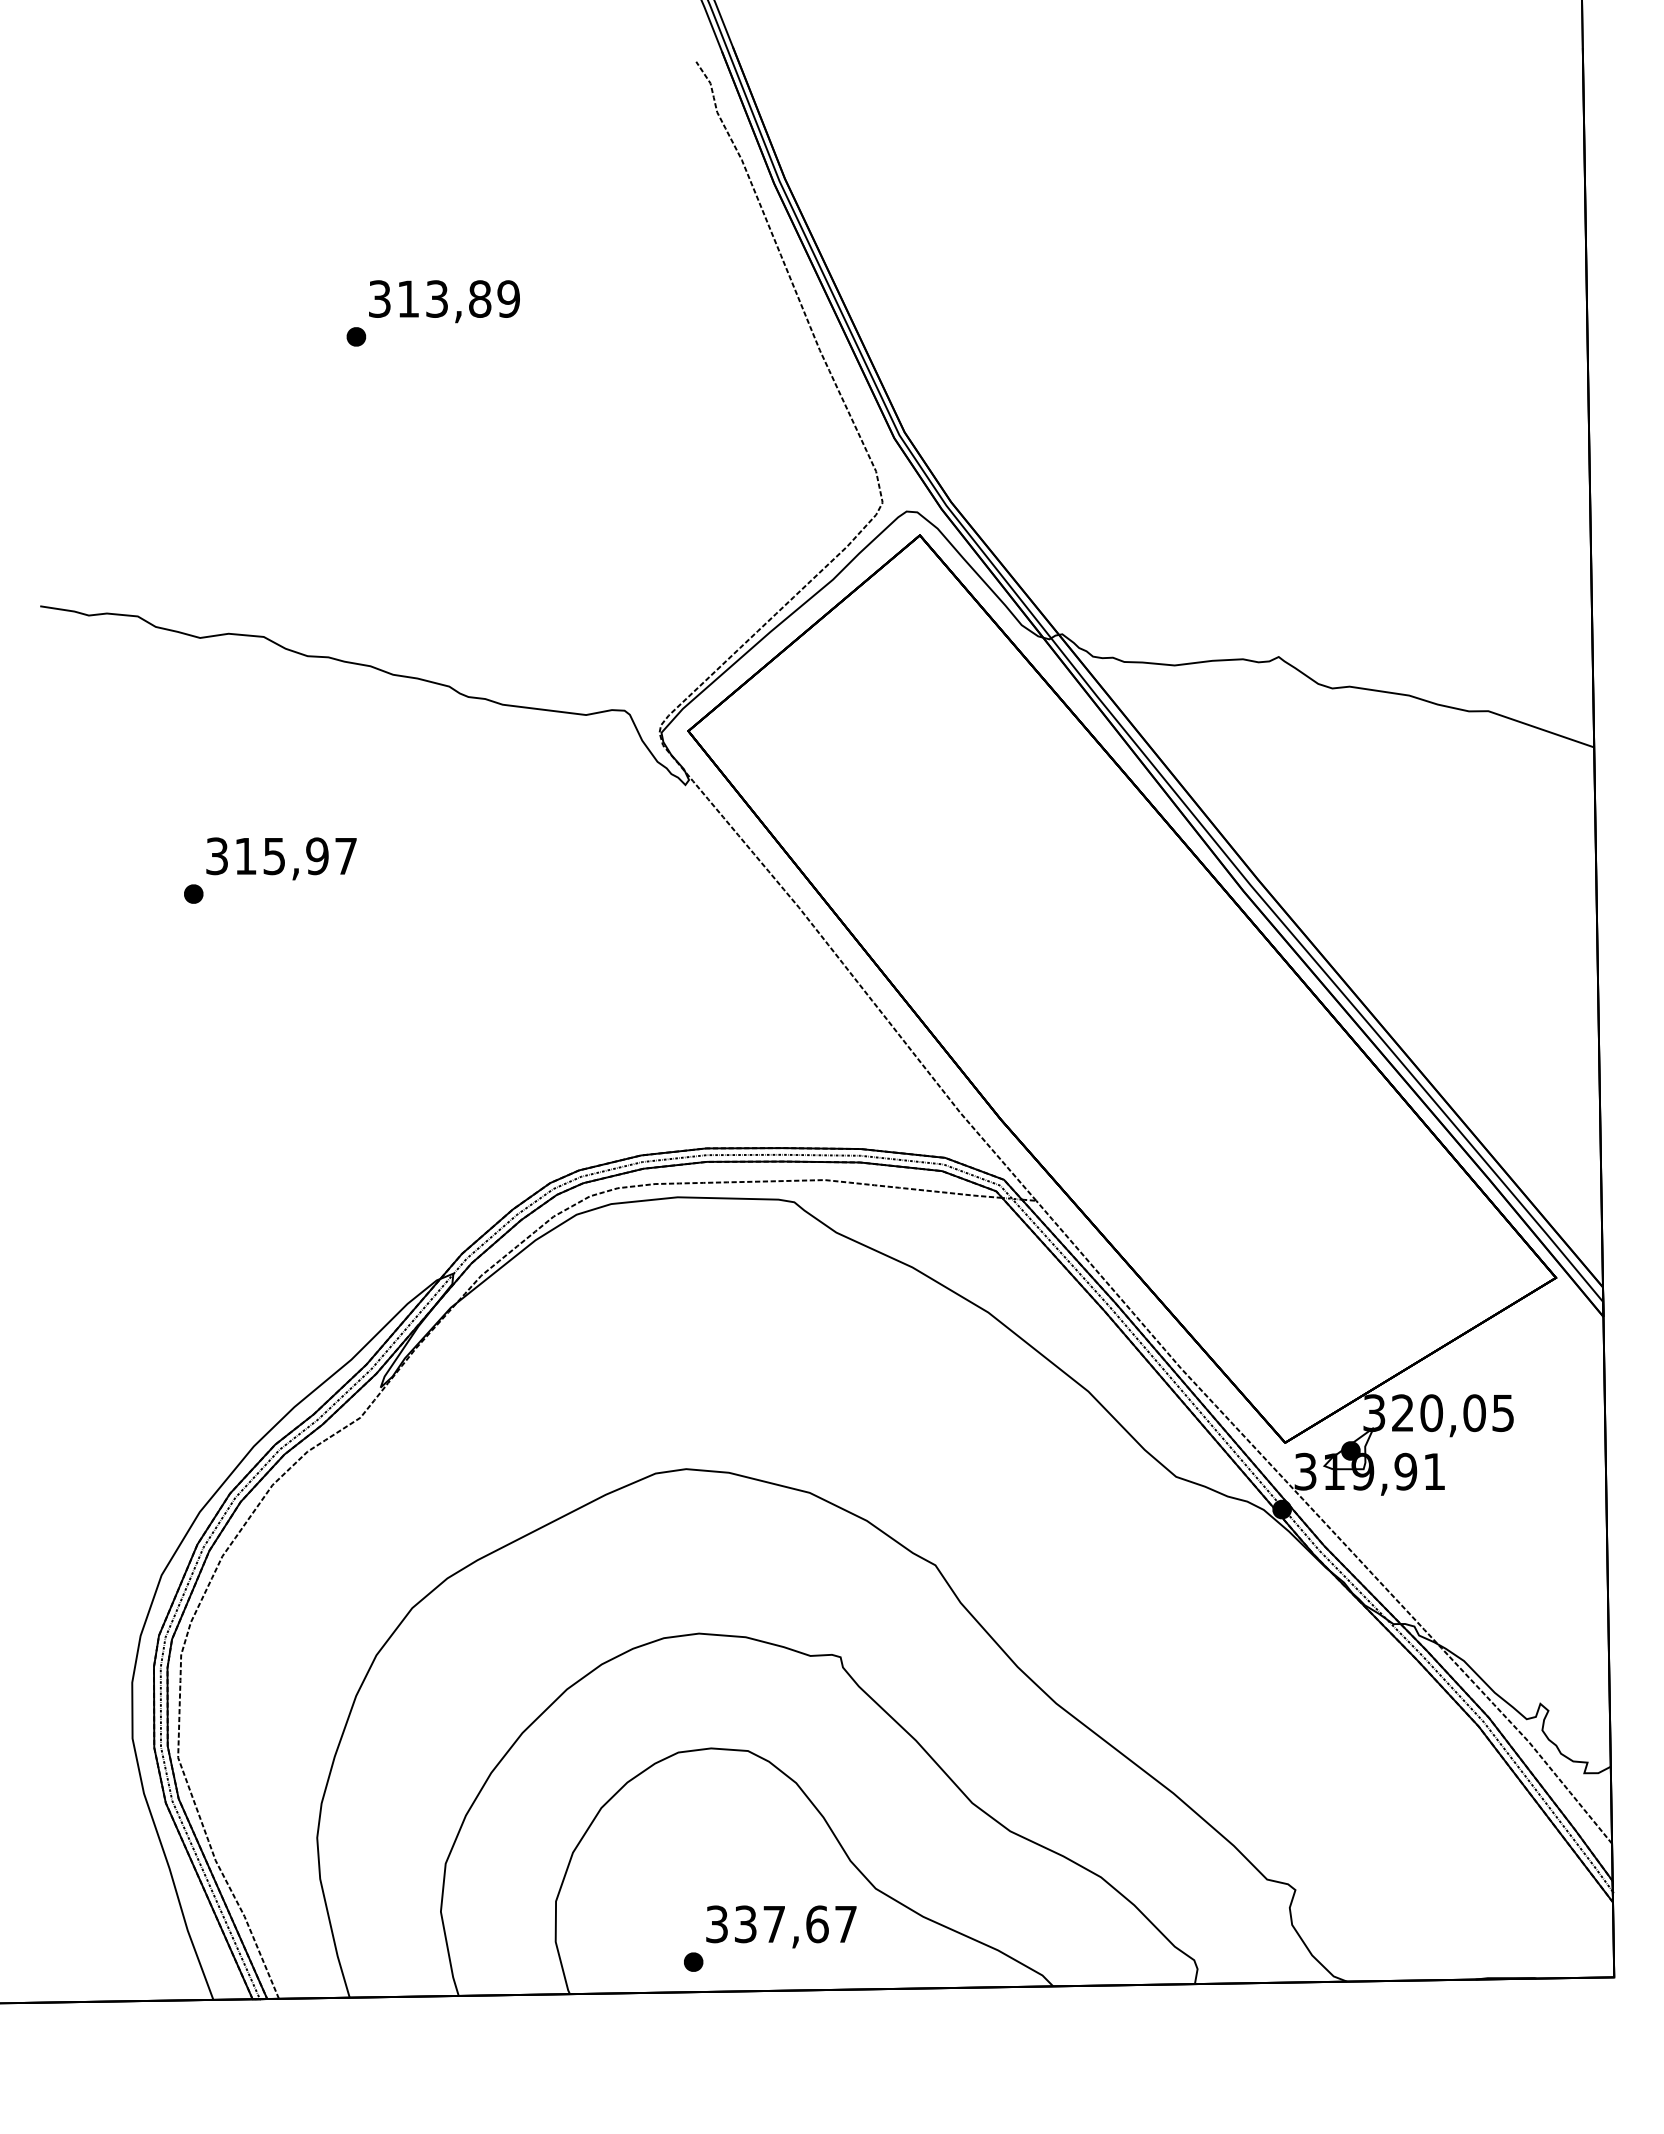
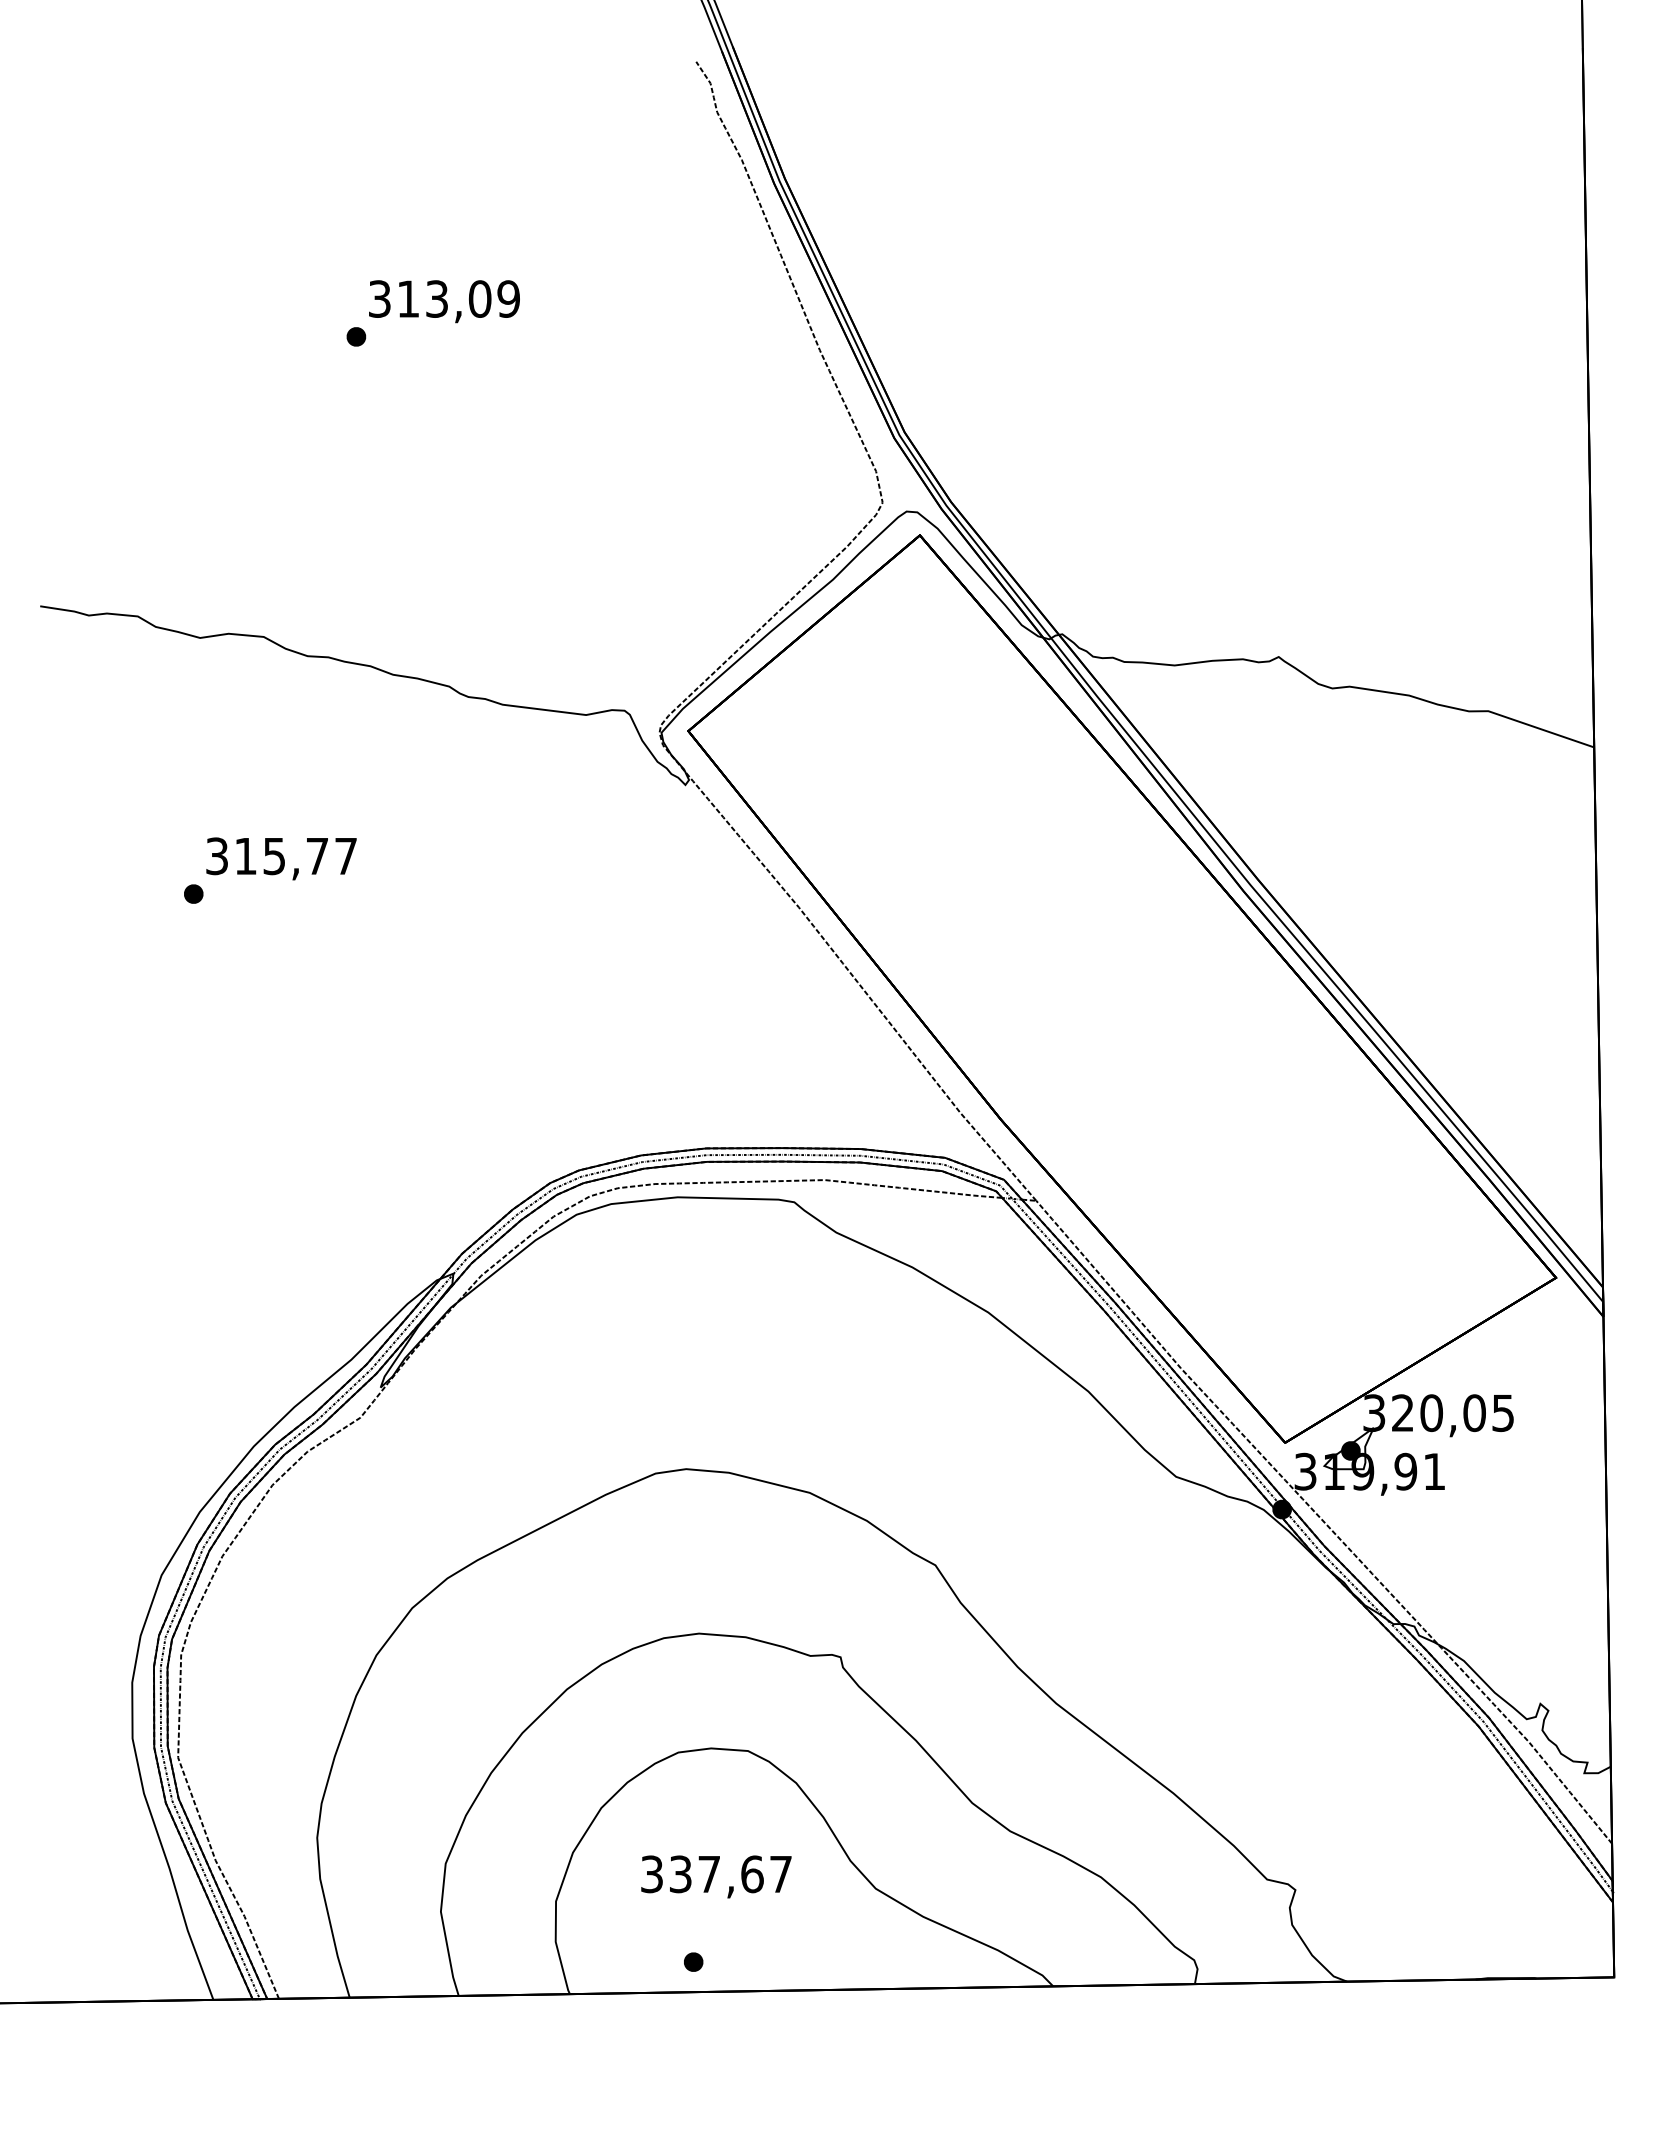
text at (479, 298): 313,89 -> 313,09
text at (317, 856): 315,97 -> 315,77
text at (781, 1926) position: (781, 1926) -> (716, 1876)
